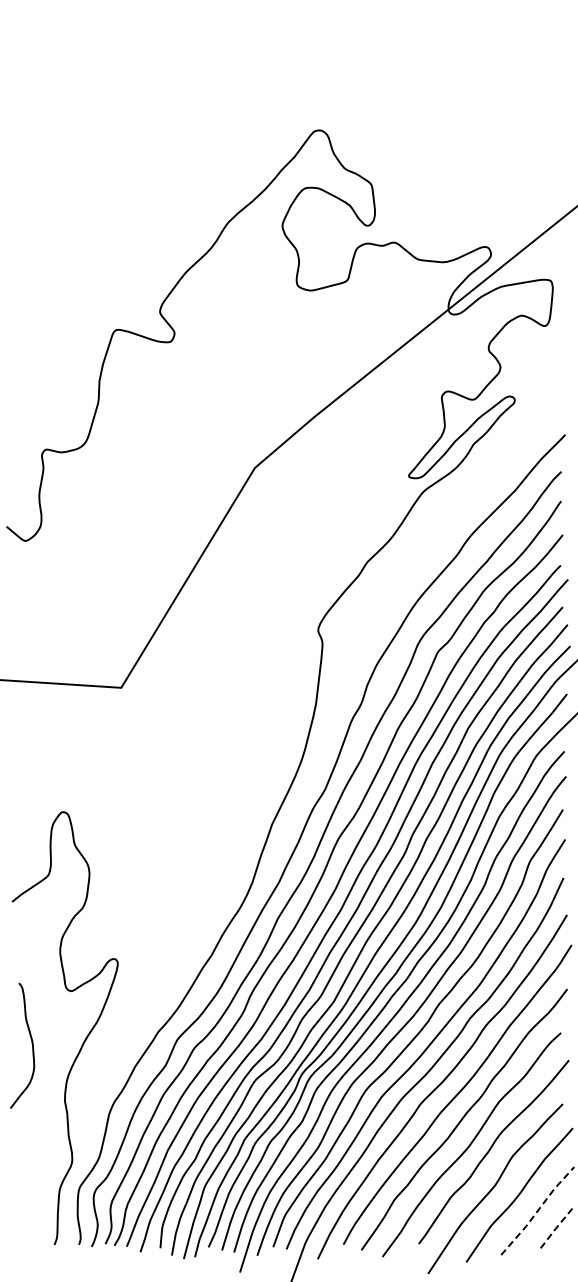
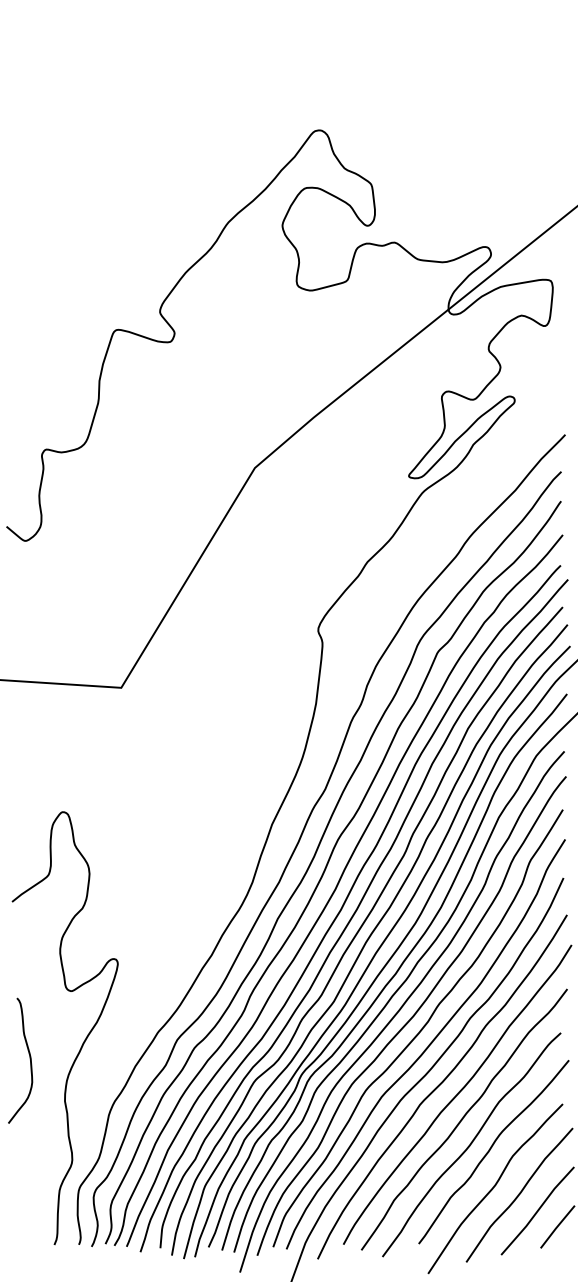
curve at (31, 1044) position: (31, 1044) -> (29, 1059)
line at (537, 1211): dashed -> solid
line at (557, 1227): dashed -> solid
